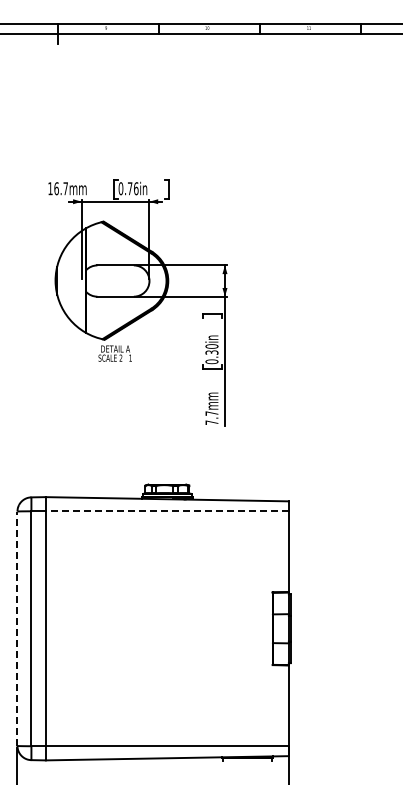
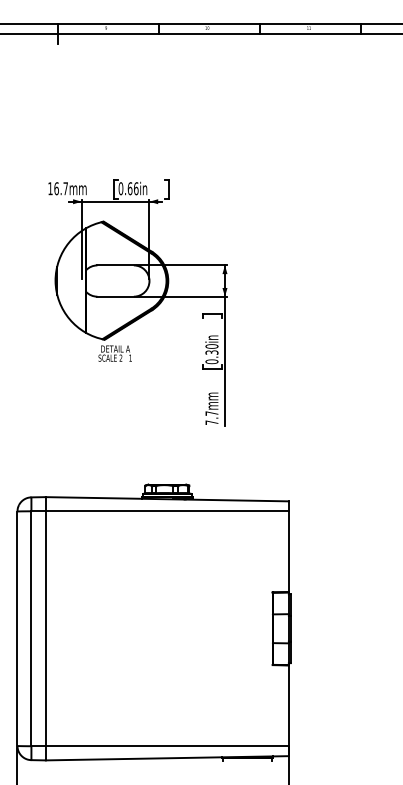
text at (129, 188): 0.76in -> 0.66in
line at (167, 511): dashed -> solid
line at (17, 628): dashed -> solid
